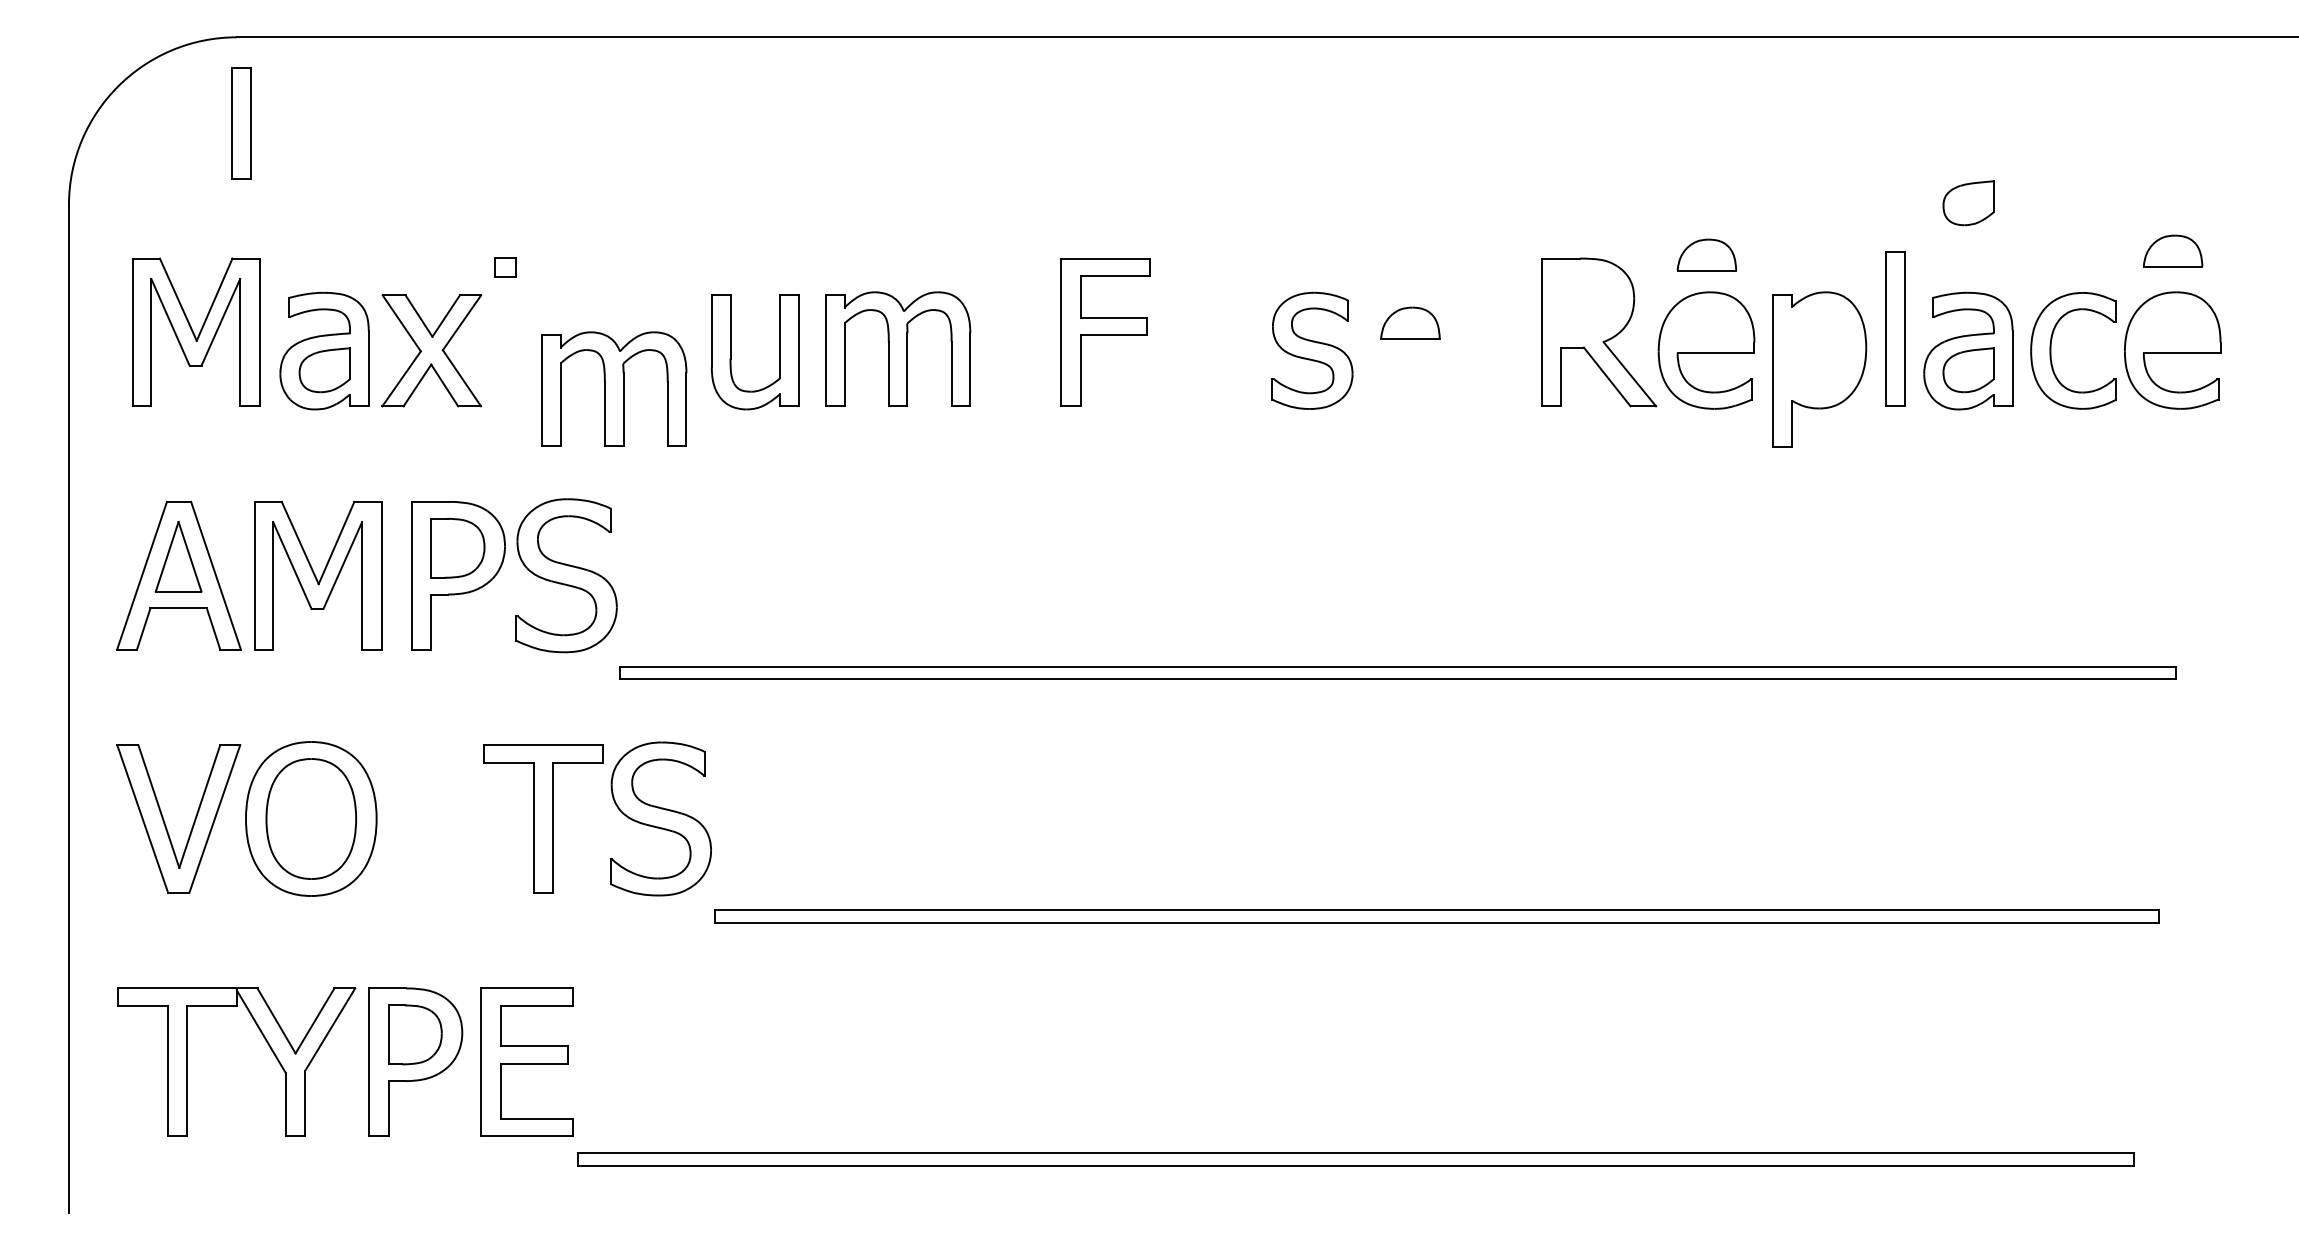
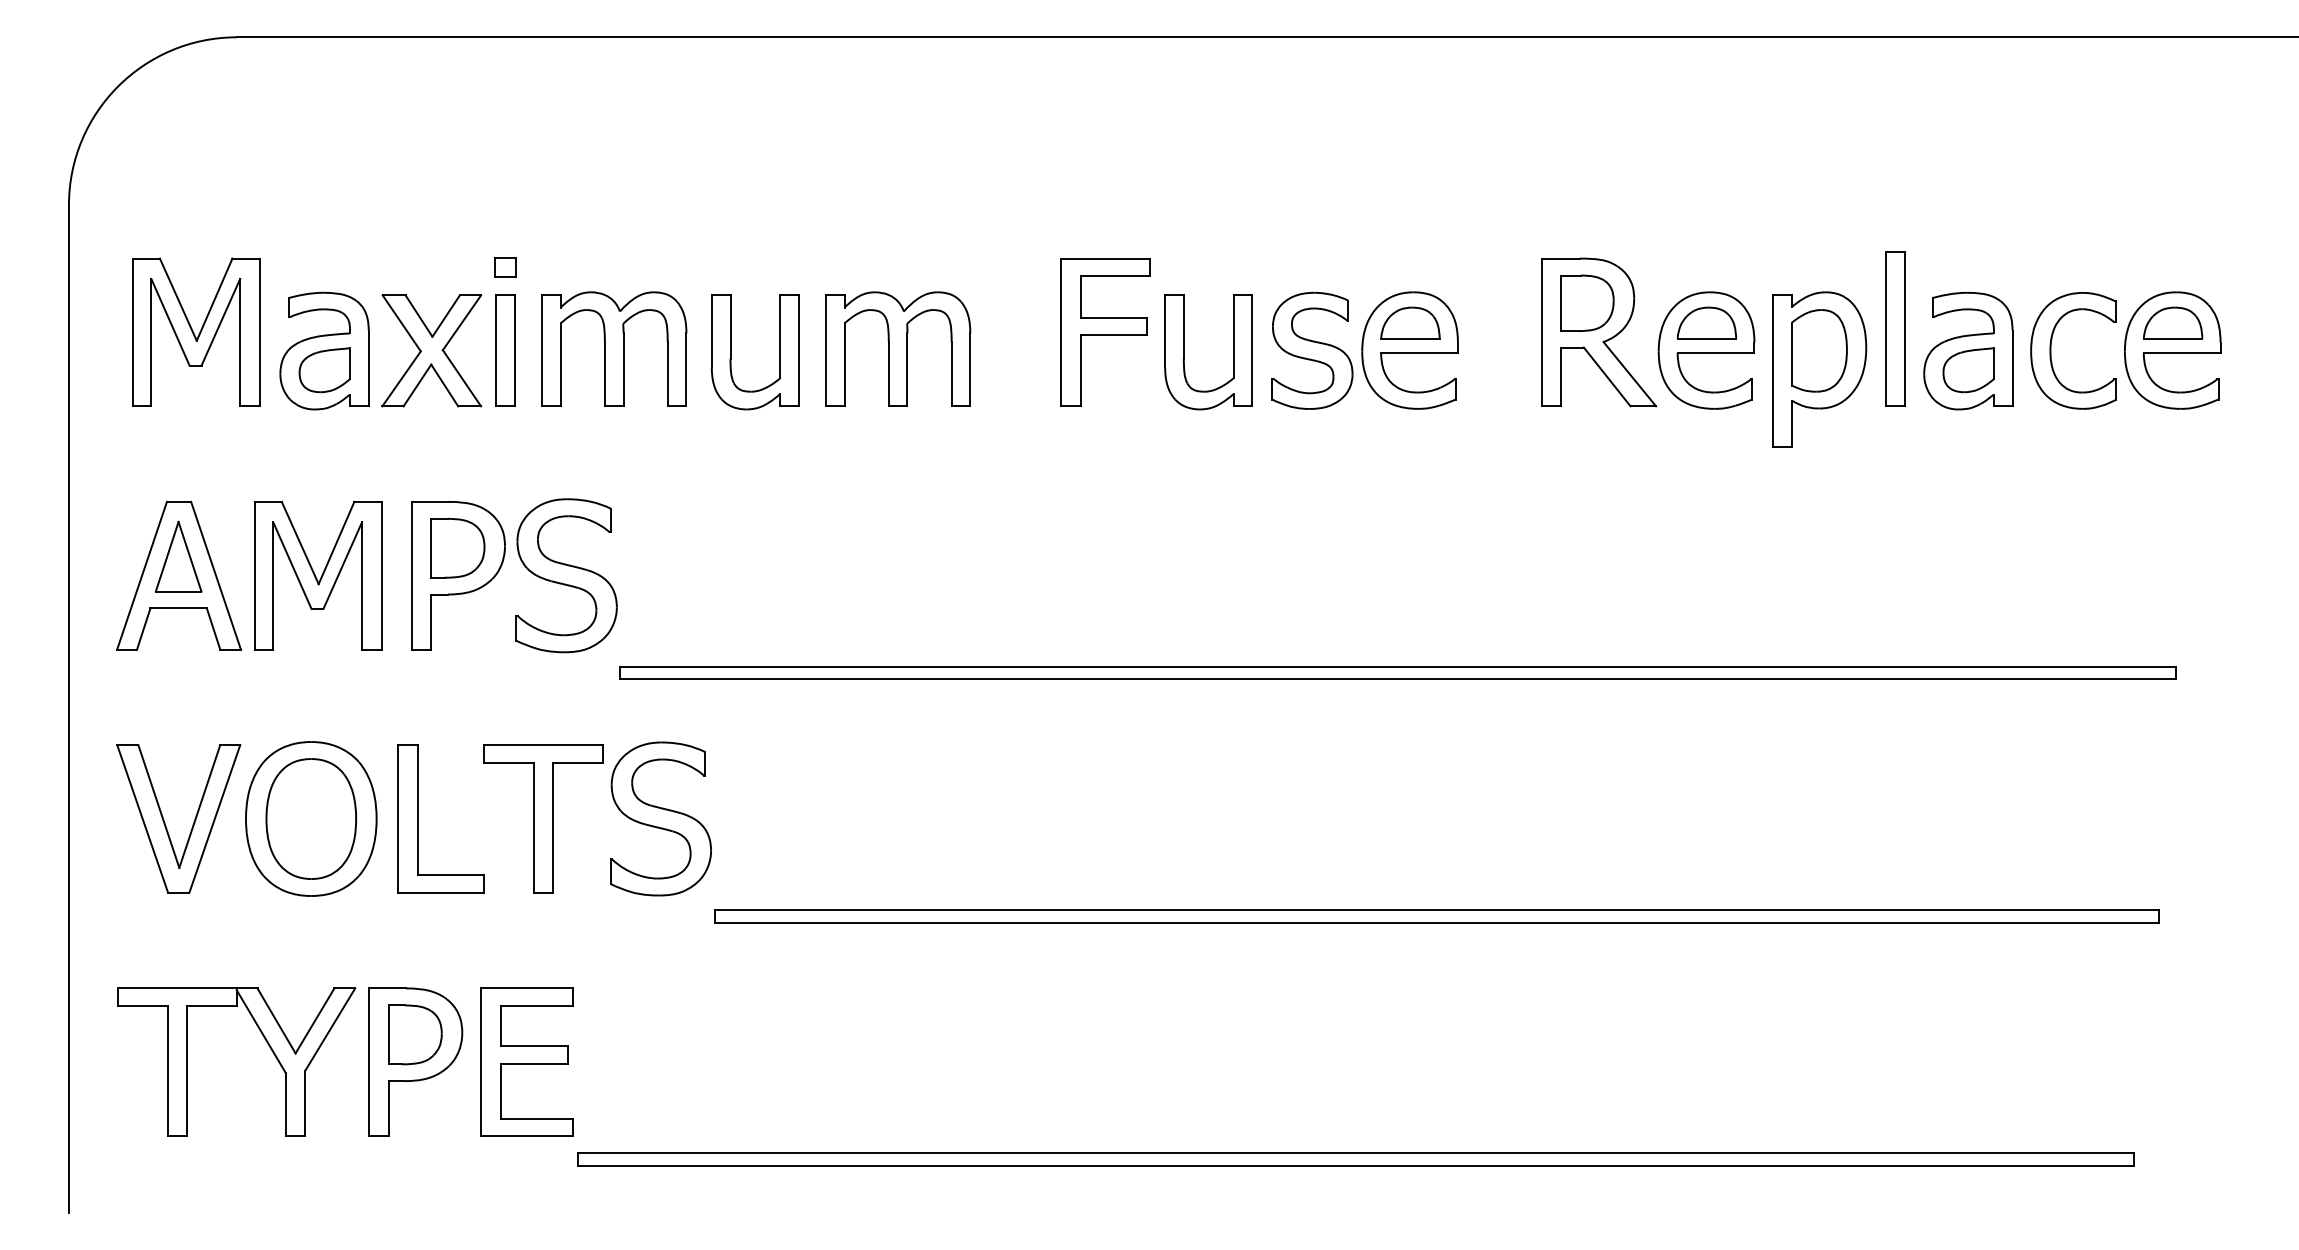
part at (241, 123) position: (241, 123) -> (505, 350)
part at (1968, 203): present -> none
part at (2173, 250) position: (2173, 250) -> (2173, 322)
part at (1706, 254) position: (1706, 254) -> (1706, 322)
part at (1587, 302): none -> present
part at (1409, 350): none -> present
part at (1819, 350): none -> present
part at (1184, 352): none -> present
part at (614, 388) position: (614, 388) -> (614, 348)
part at (418, 818): none -> present
